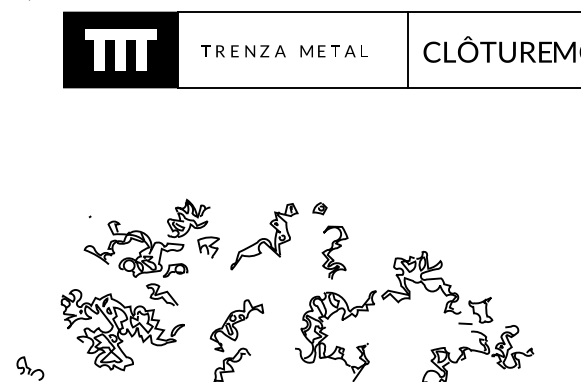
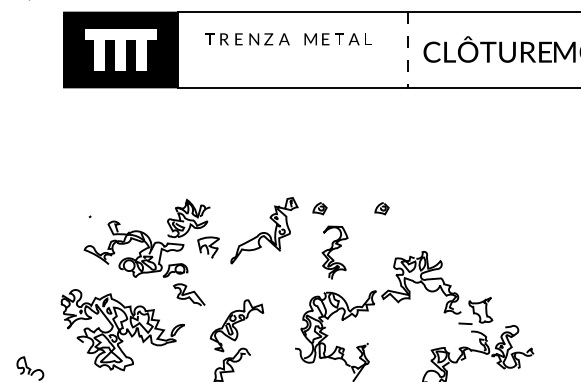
line at (408, 50): solid -> dashed
text at (284, 51) position: (284, 51) -> (288, 39)
part at (381, 208): none -> present
part at (264, 236) position: (264, 236) -> (264, 230)
curve at (162, 294) position: (162, 294) -> (189, 294)
